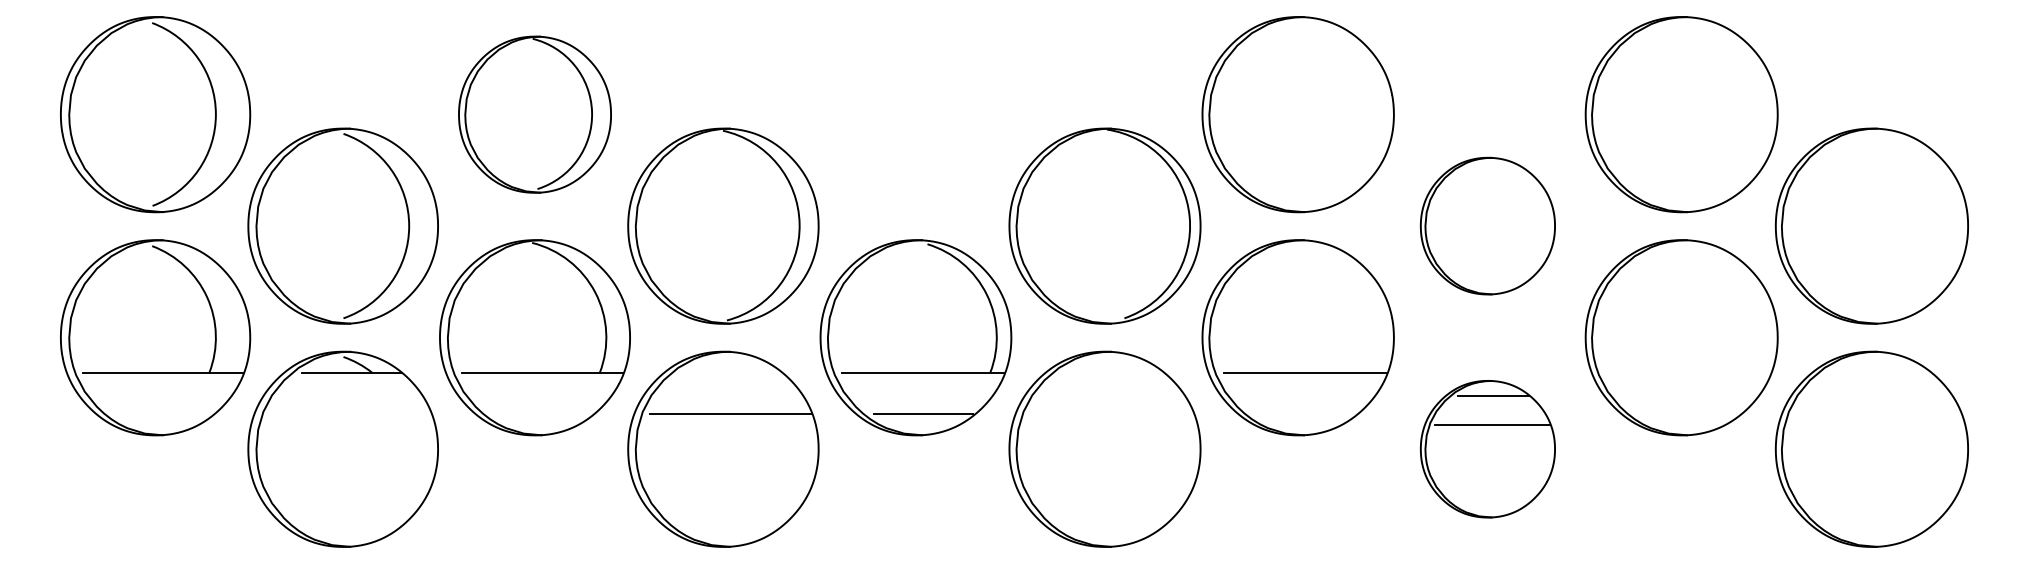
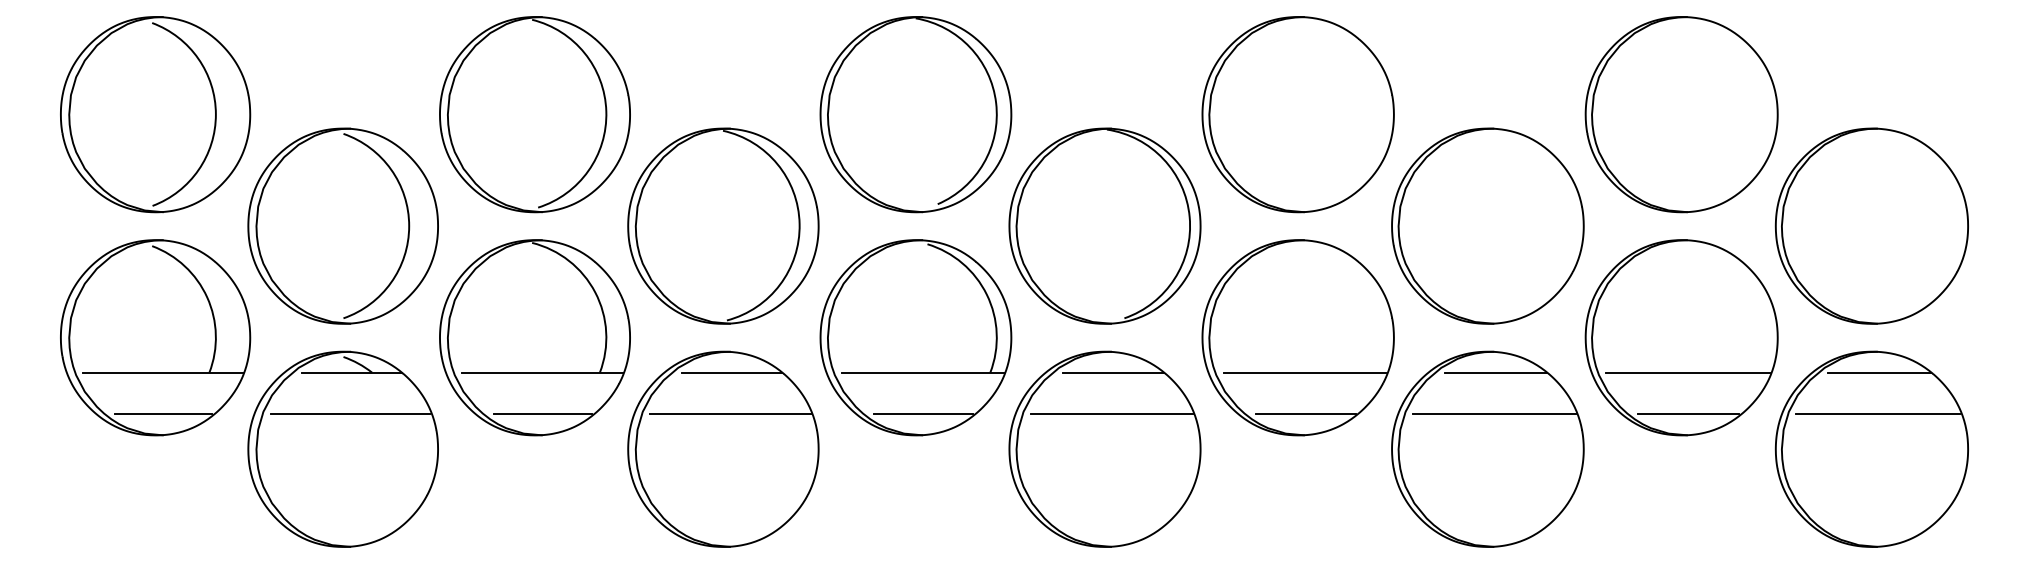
part at (534, 114) size: 154x159 px -> 192x198 px
part at (915, 114): none -> present
part at (1487, 225) size: 137x140 px -> 194x198 px
line at (731, 372): none -> present
line at (1112, 372): none -> present
line at (1688, 372): none -> present
line at (1879, 372): none -> present
line at (163, 414): none -> present
line at (350, 414): none -> present
line at (542, 414): none -> present
line at (1111, 414): none -> present
line at (1305, 414): none -> present
line at (1688, 414): none -> present
line at (1878, 414): none -> present
part at (1487, 449) size: 137x139 px -> 194x198 px
